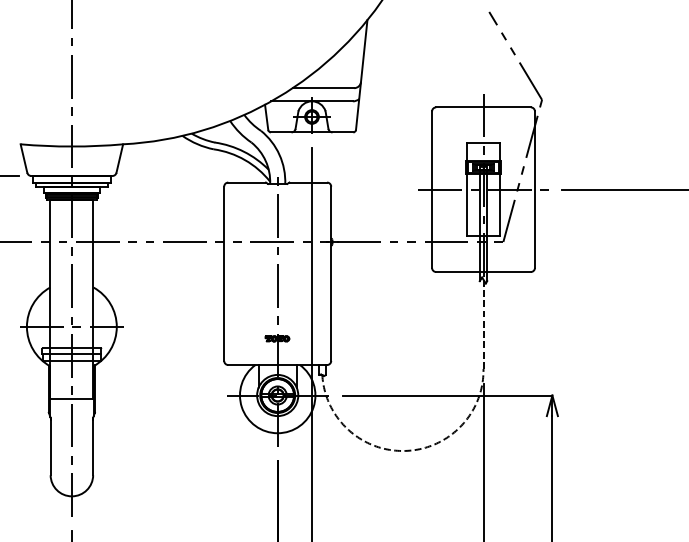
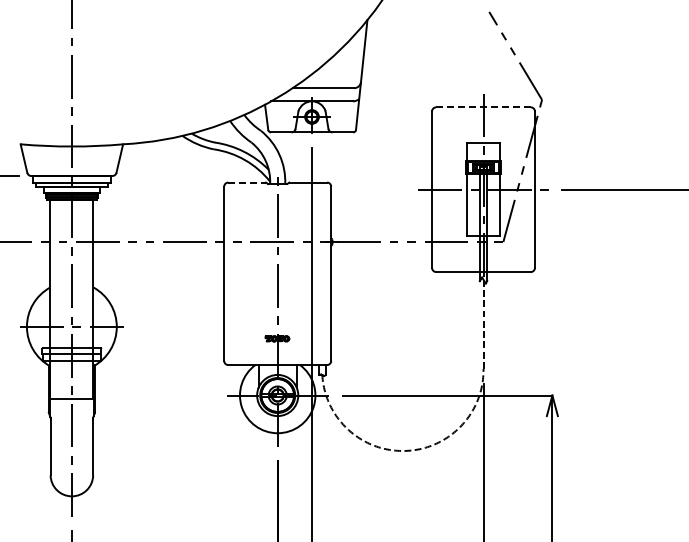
line at (483, 107): solid -> dashed
line at (247, 182): solid -> dashed
